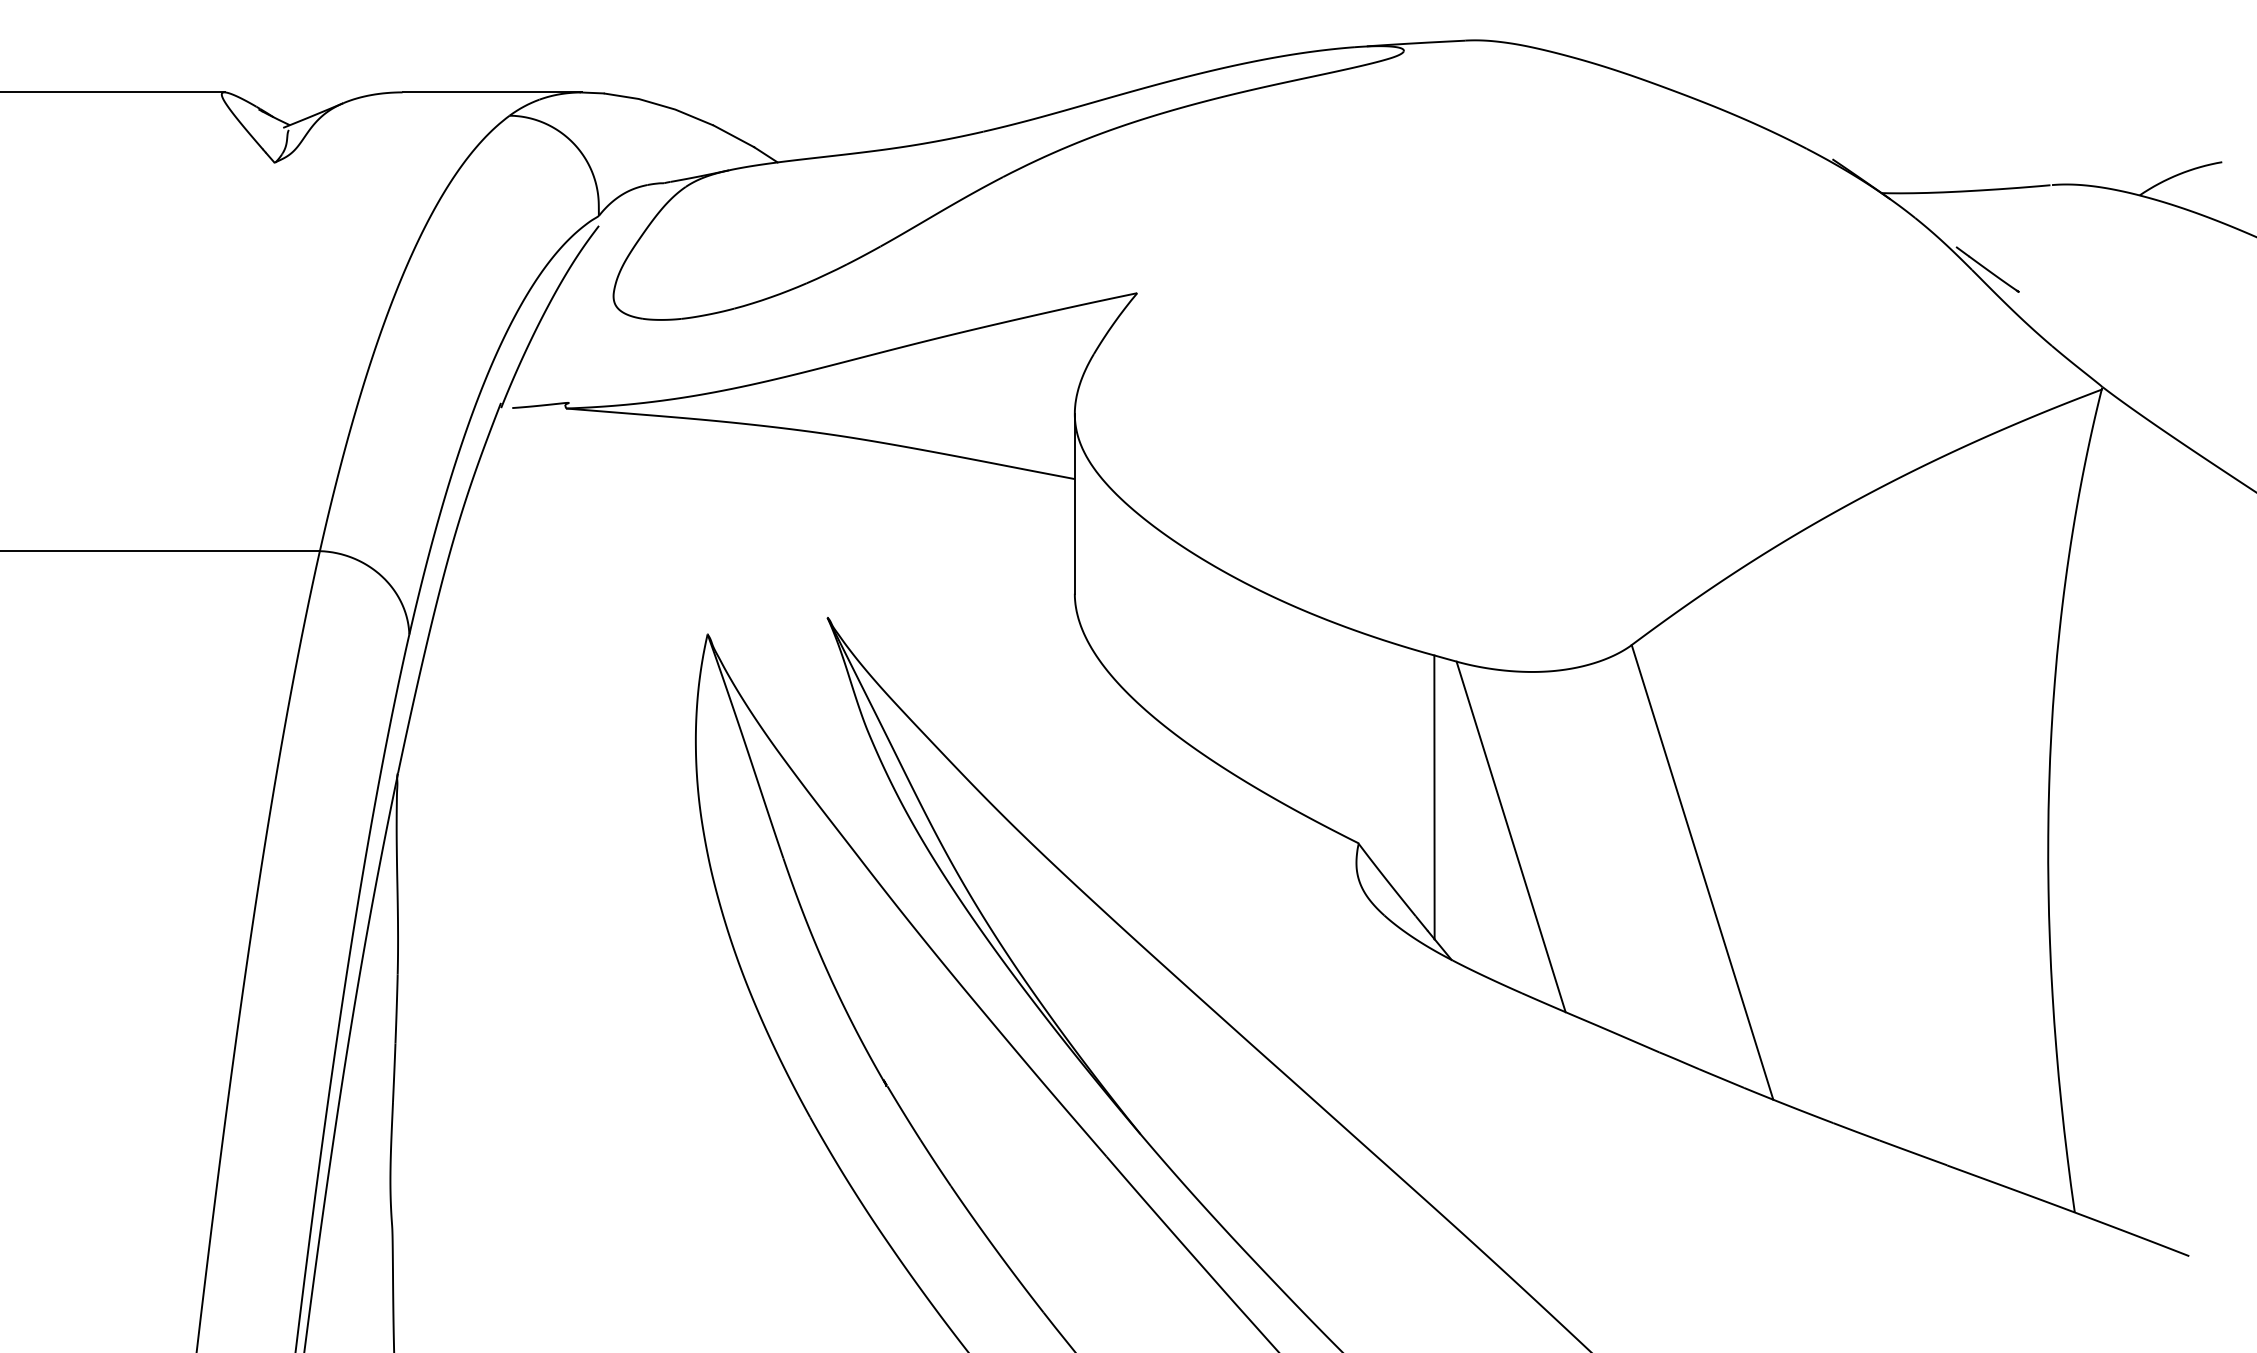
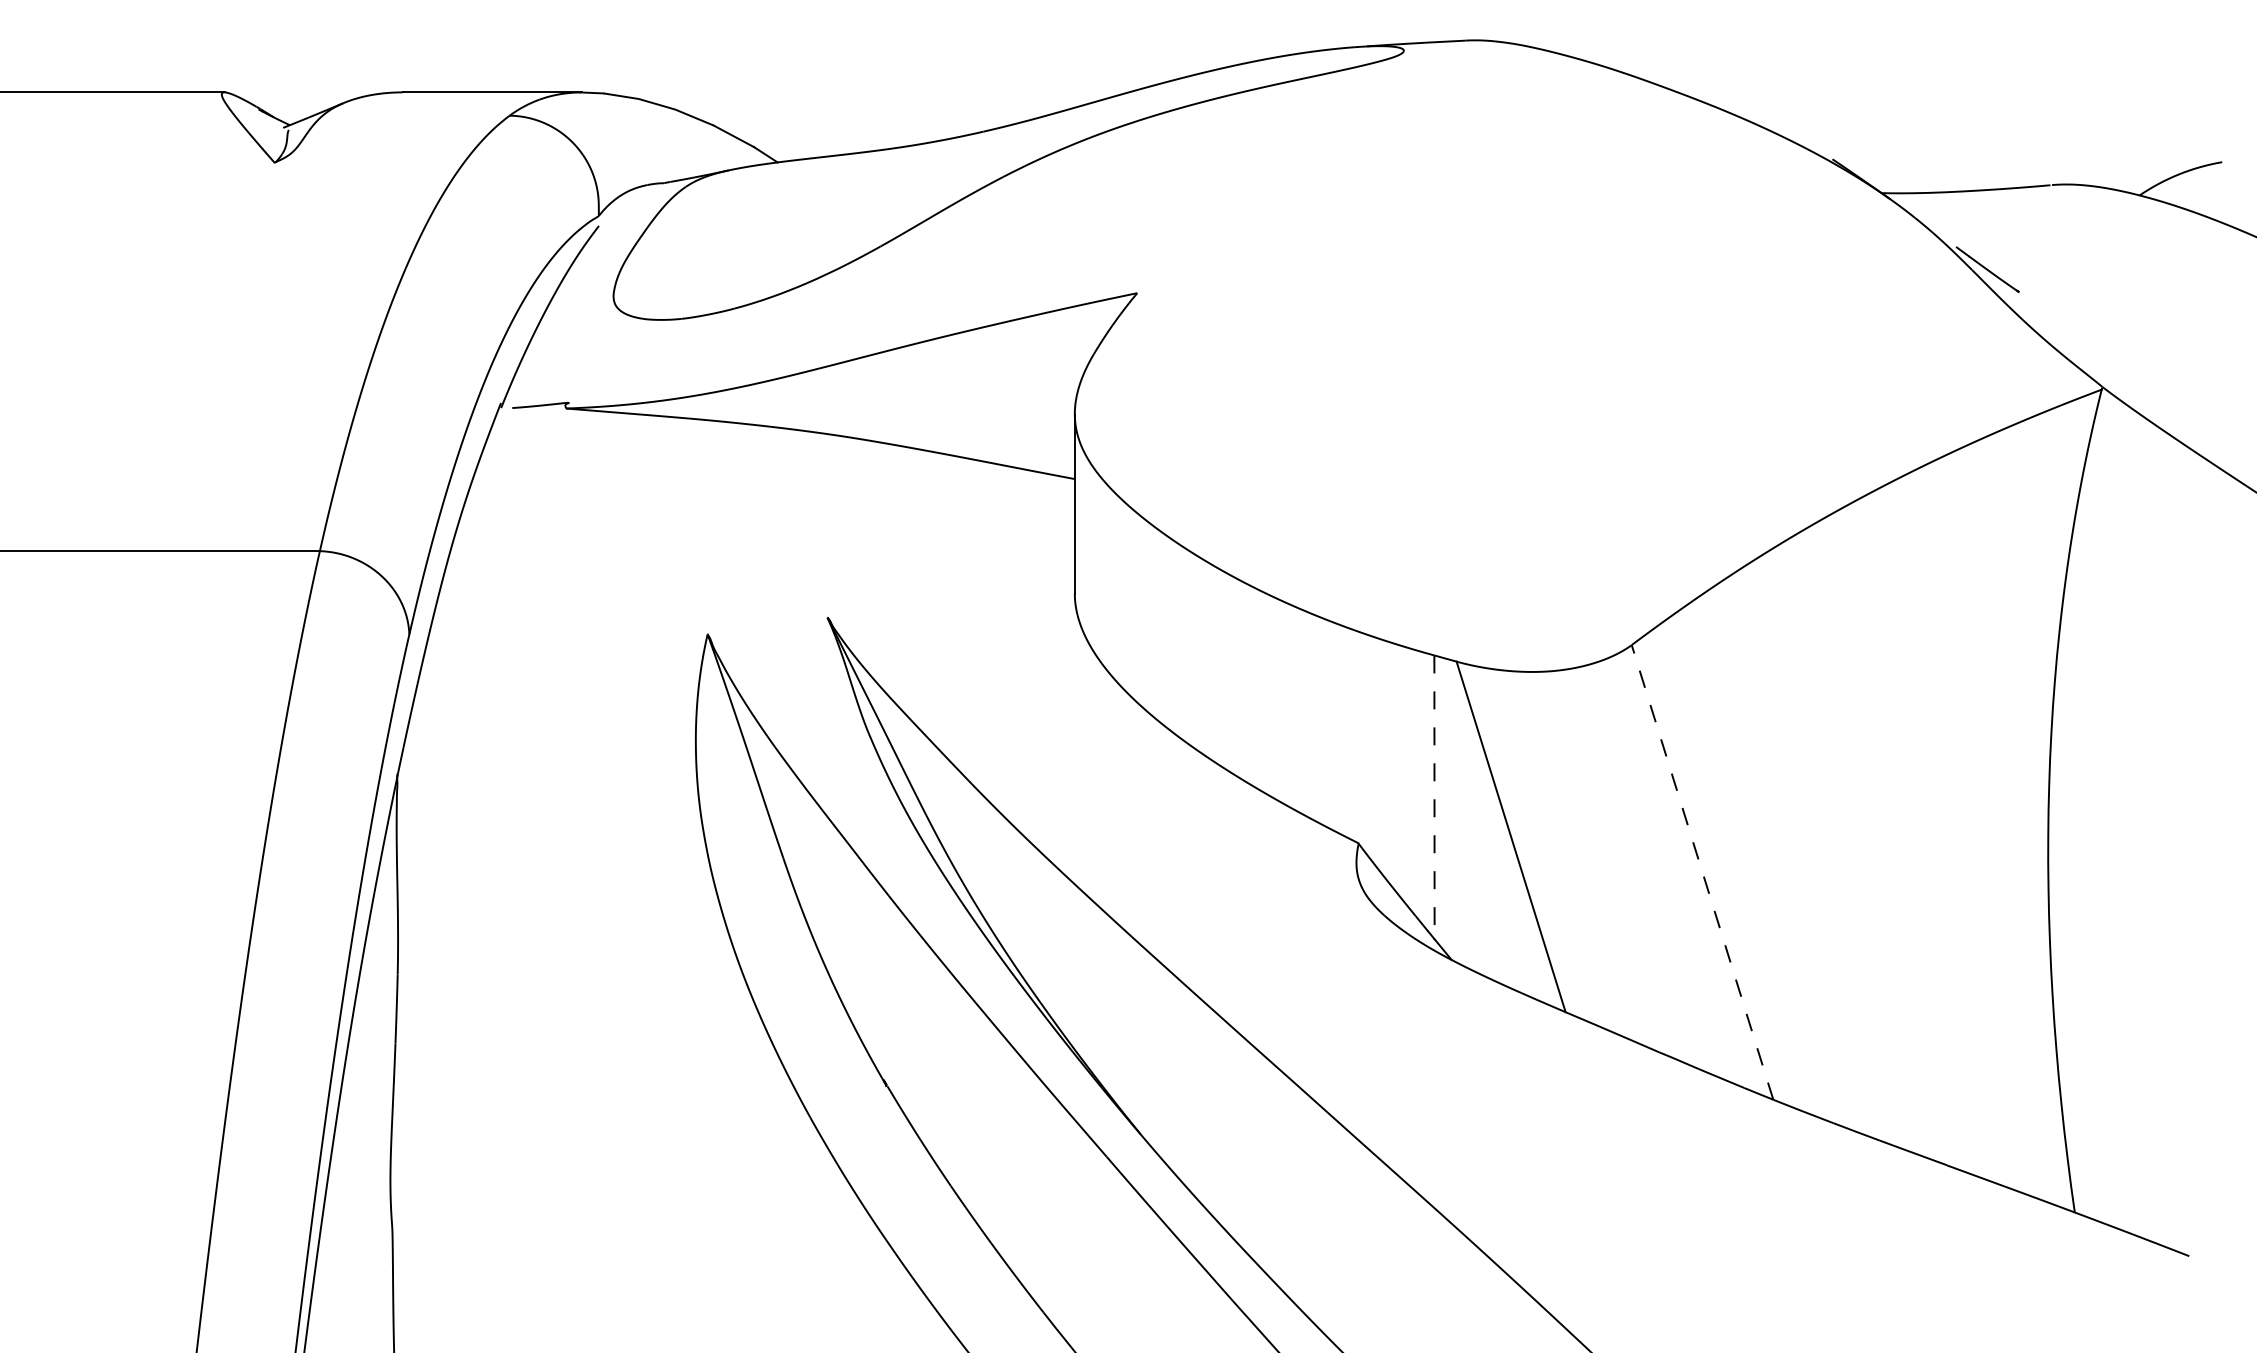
line at (1434, 797): solid -> dashed
line at (1702, 871): solid -> dashed
